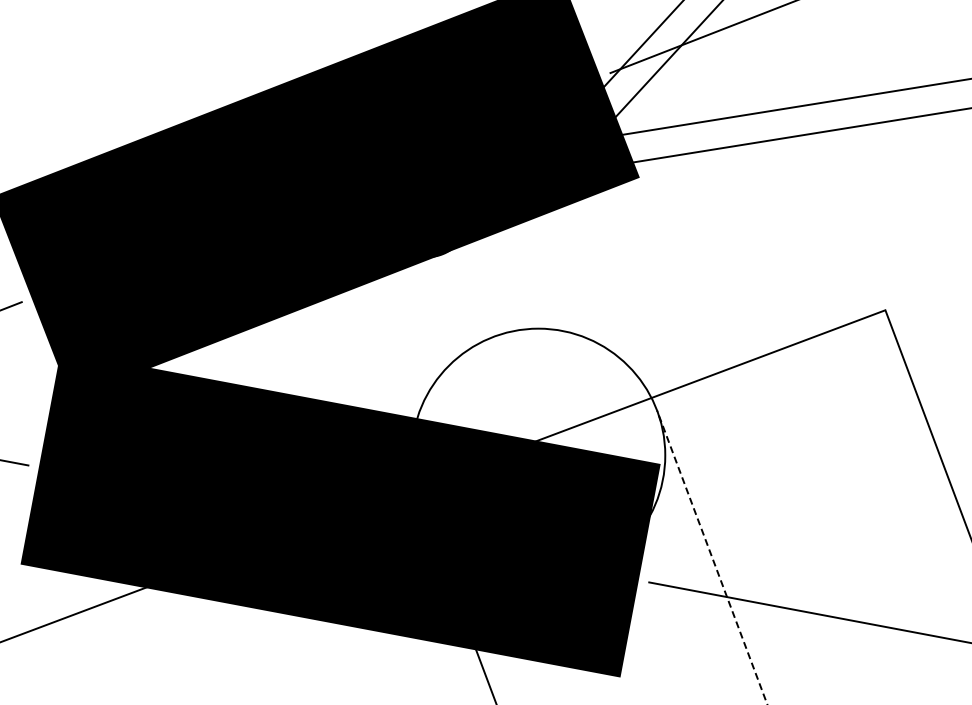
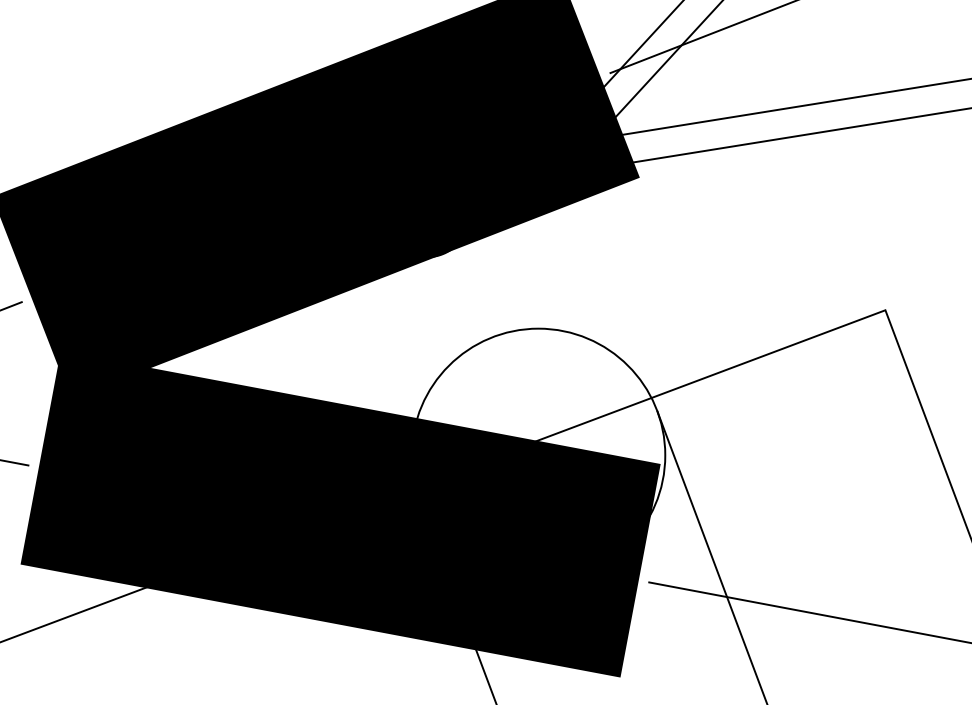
line at (712, 557): dashed -> solid
